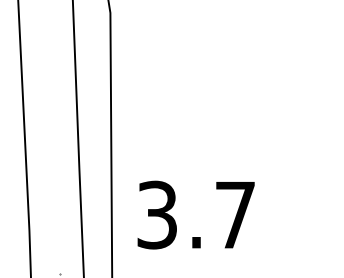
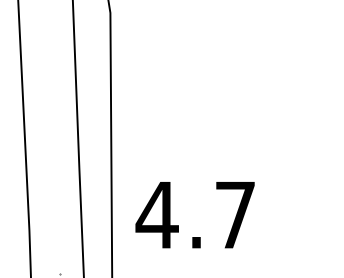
text at (156, 214): 3.7 -> 4.7
